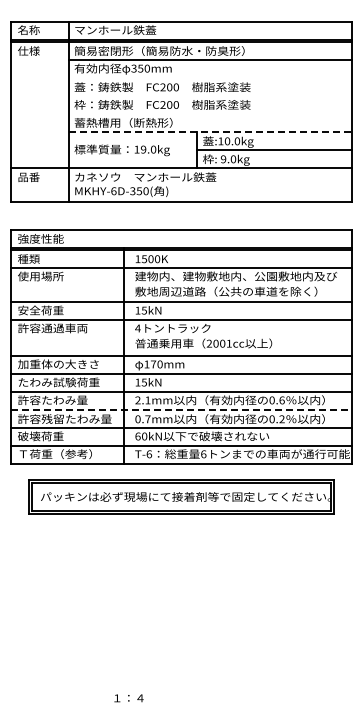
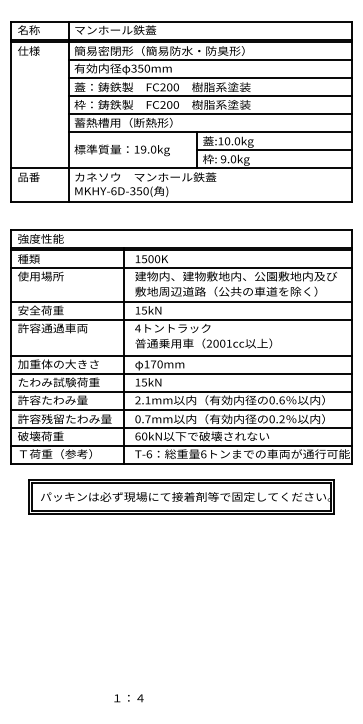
line at (210, 78): none -> present
line at (210, 96): none -> present
line at (210, 114): none -> present
line at (210, 132): dashed -> solid
line at (181, 409): dashed -> solid
